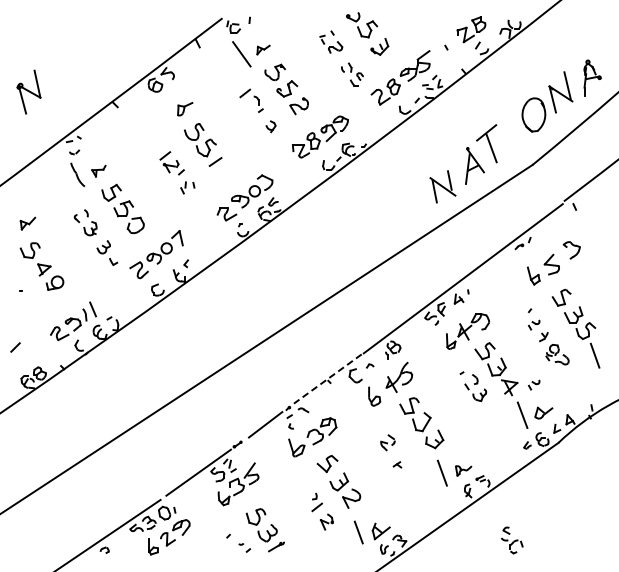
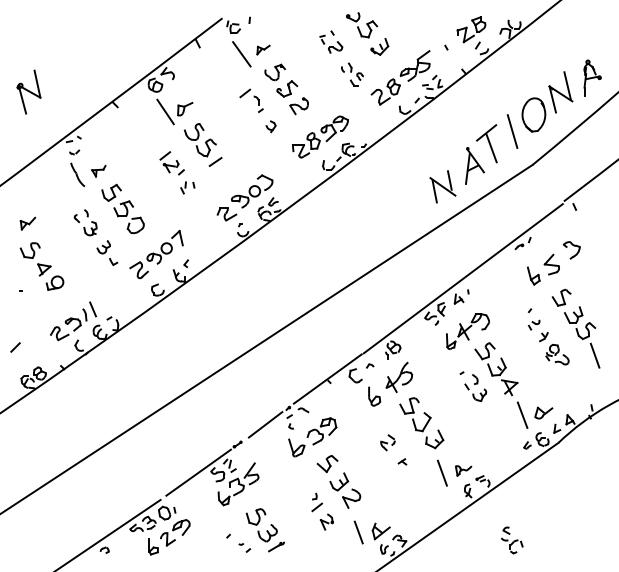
line at (165, 111): none -> present
line at (512, 131): none -> present
line at (327, 379): dashed -> solid
part at (533, 384): present -> none
part at (397, 464) position: (397, 464) -> (402, 461)
